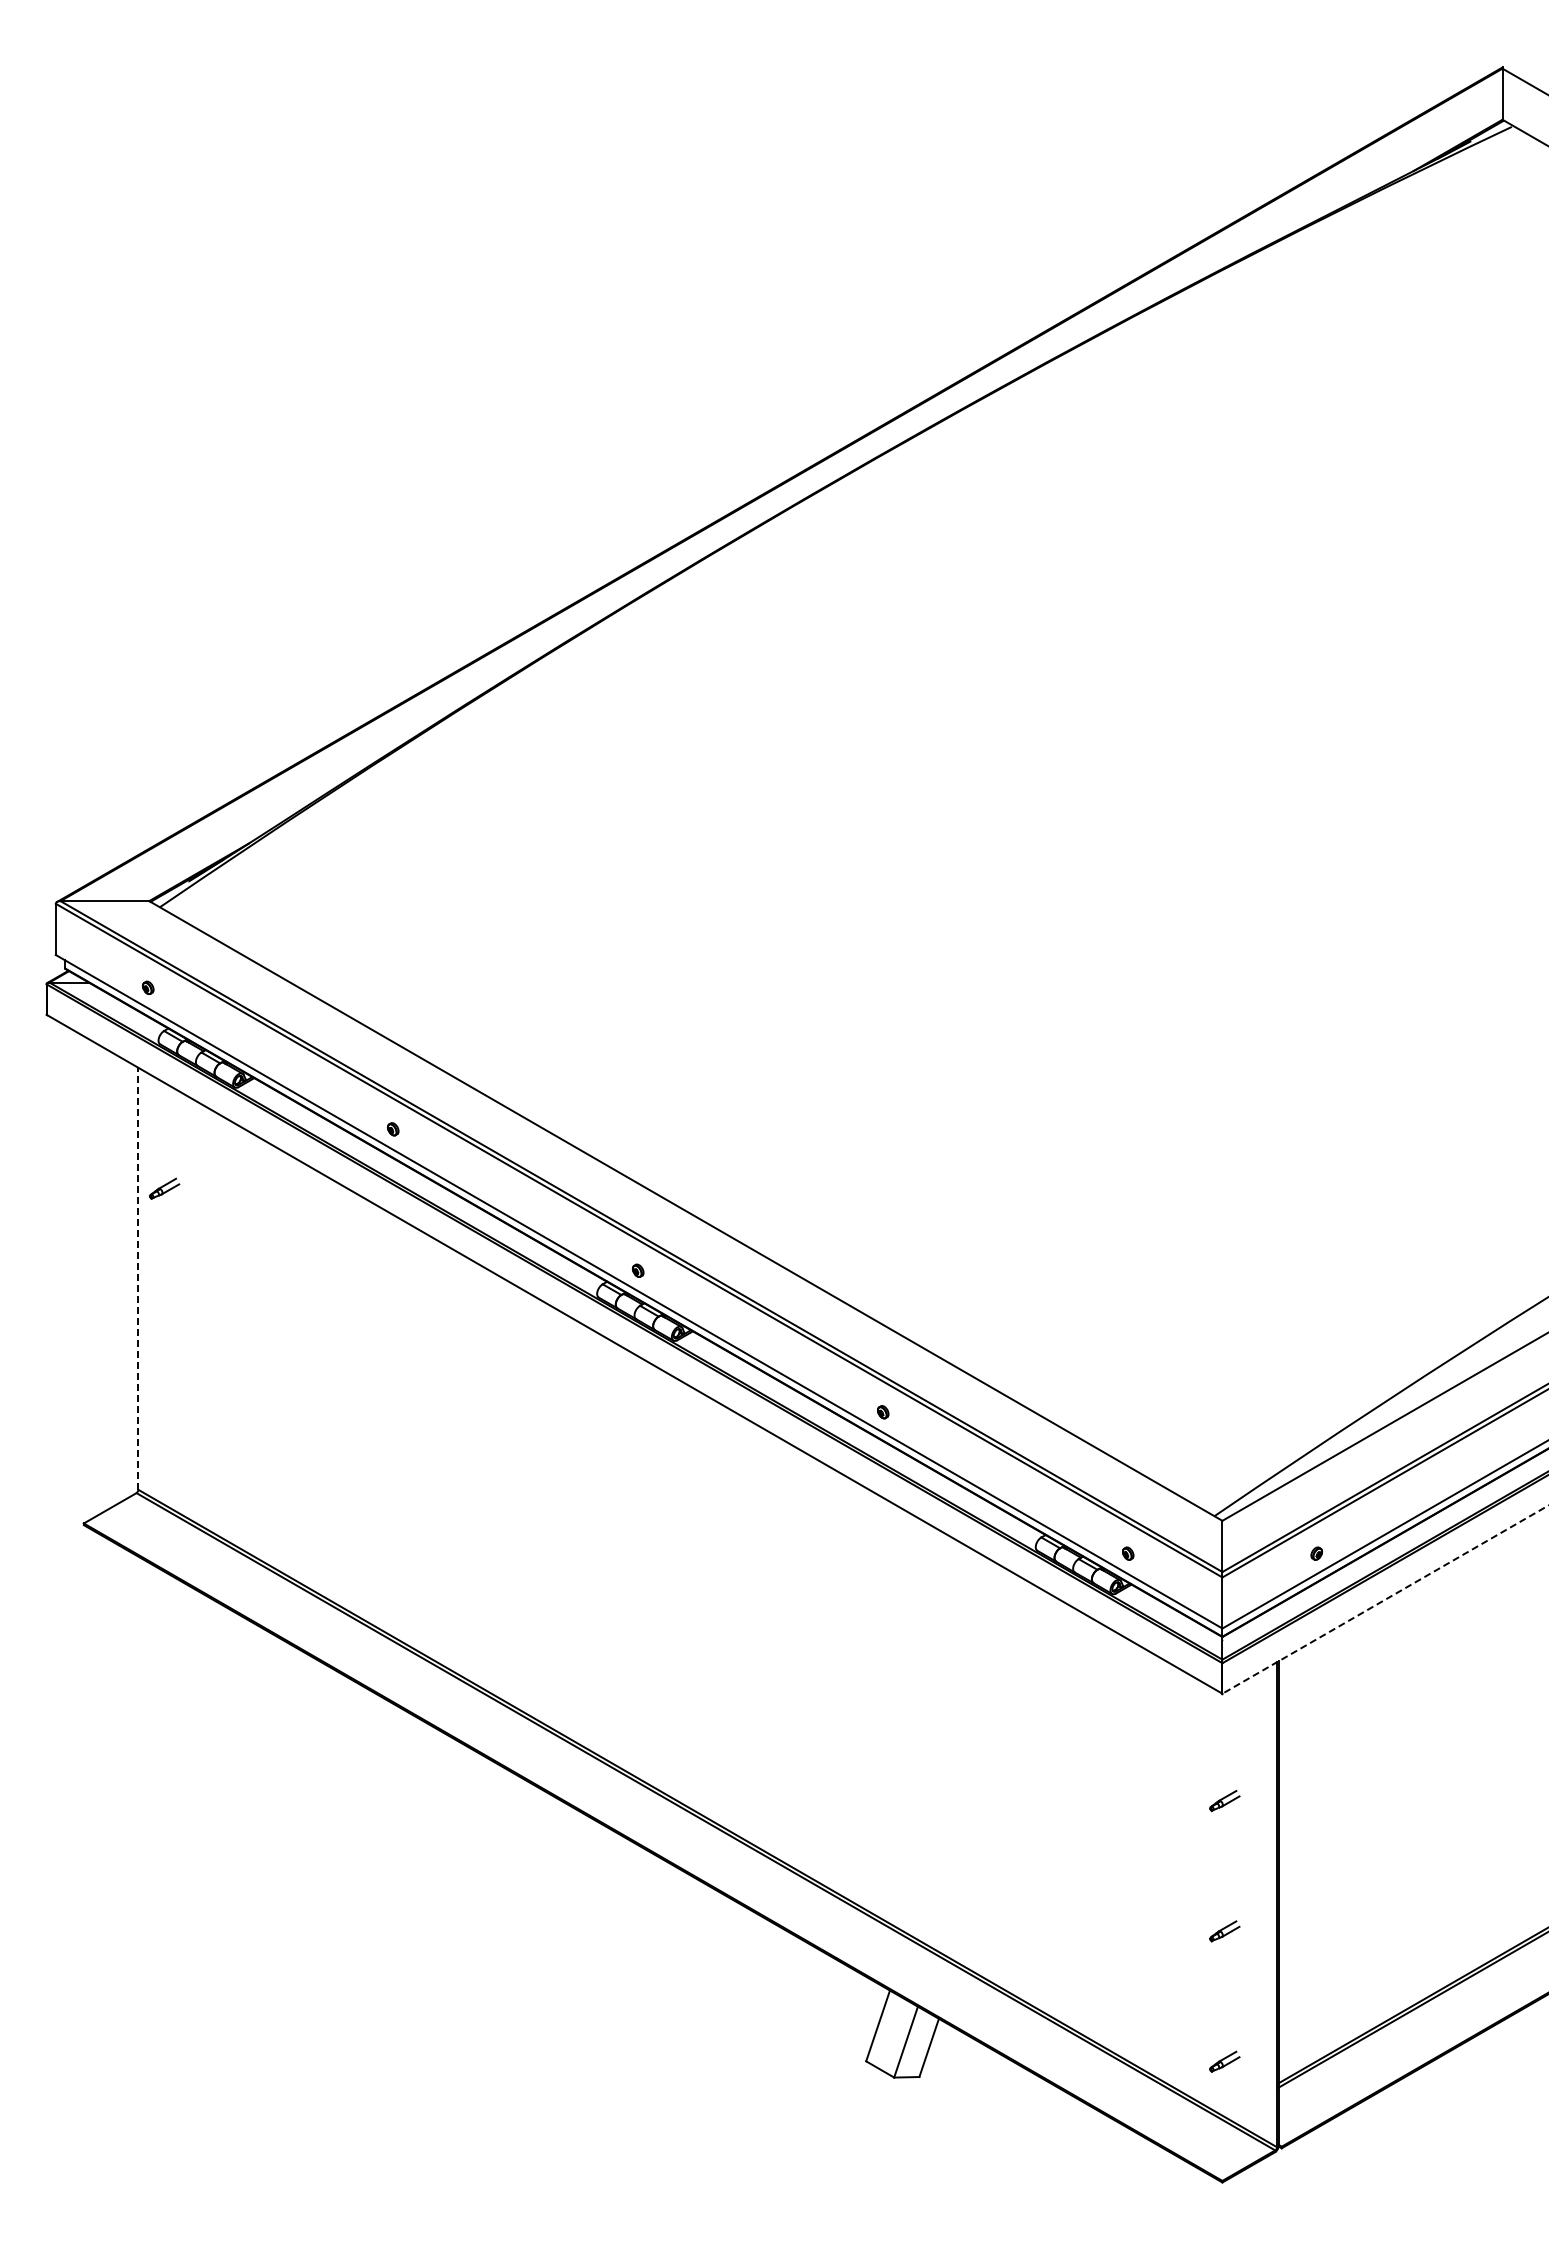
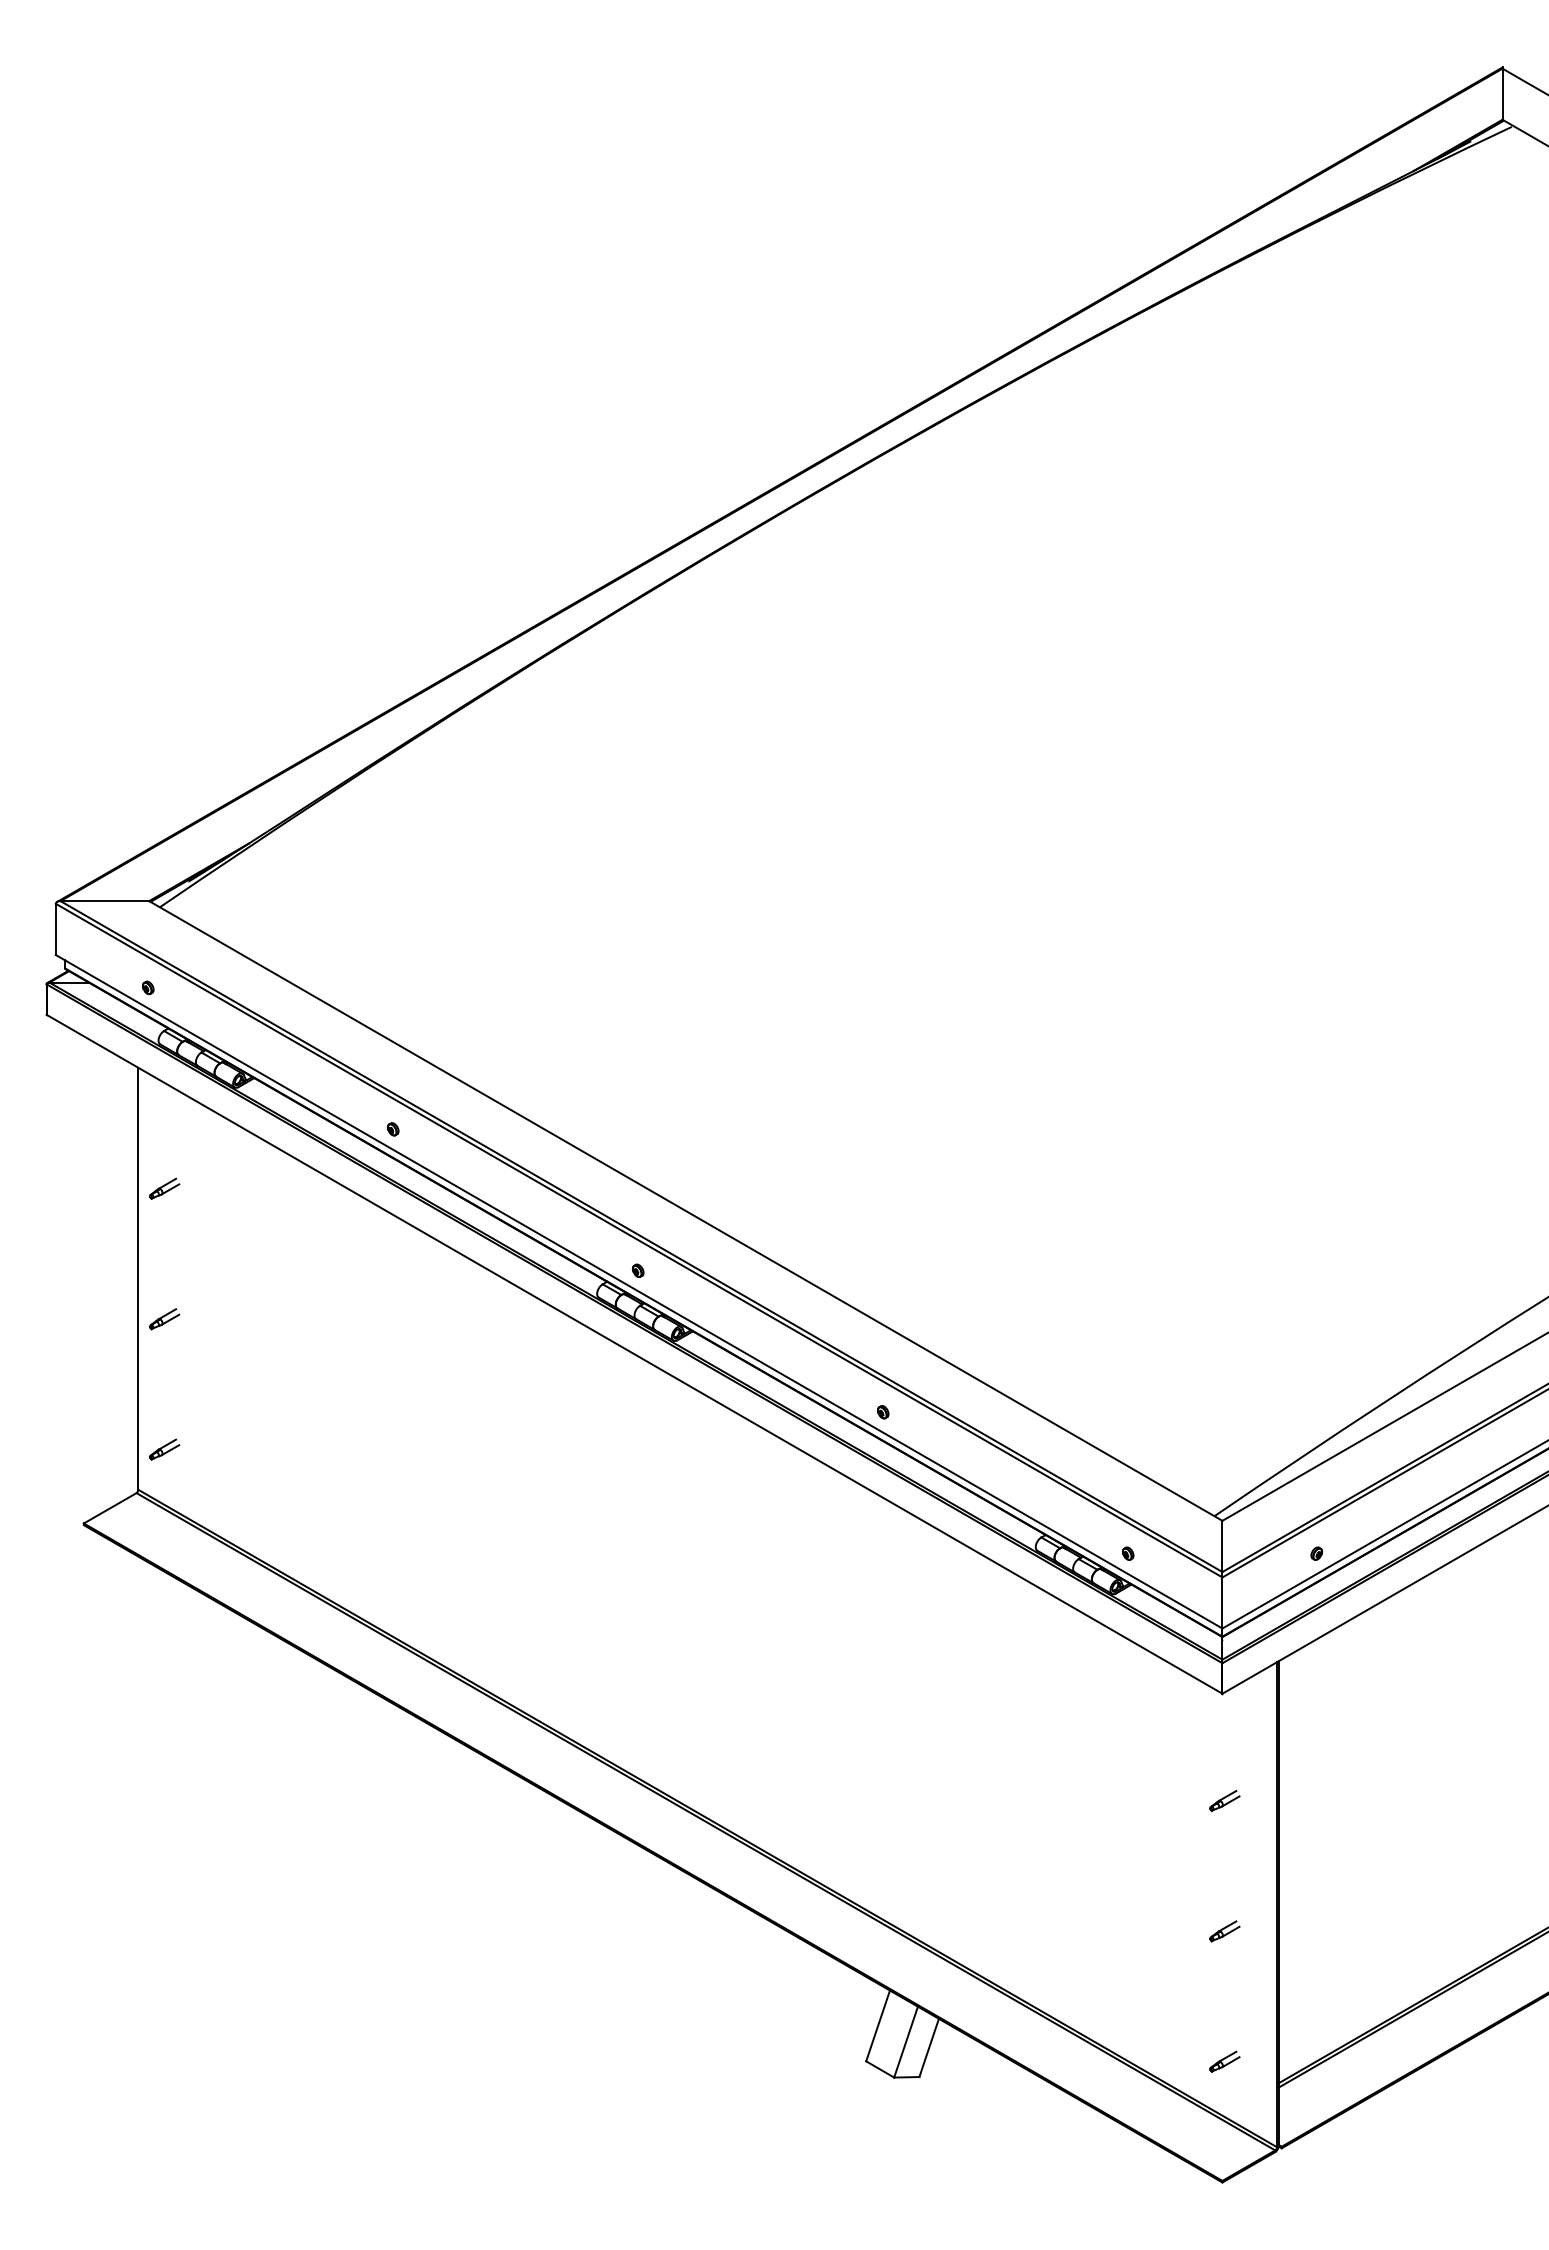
line at (138, 1278): dashed -> solid
part at (164, 1319): none -> present
part at (164, 1449): none -> present
line at (1385, 1599): dashed -> solid
